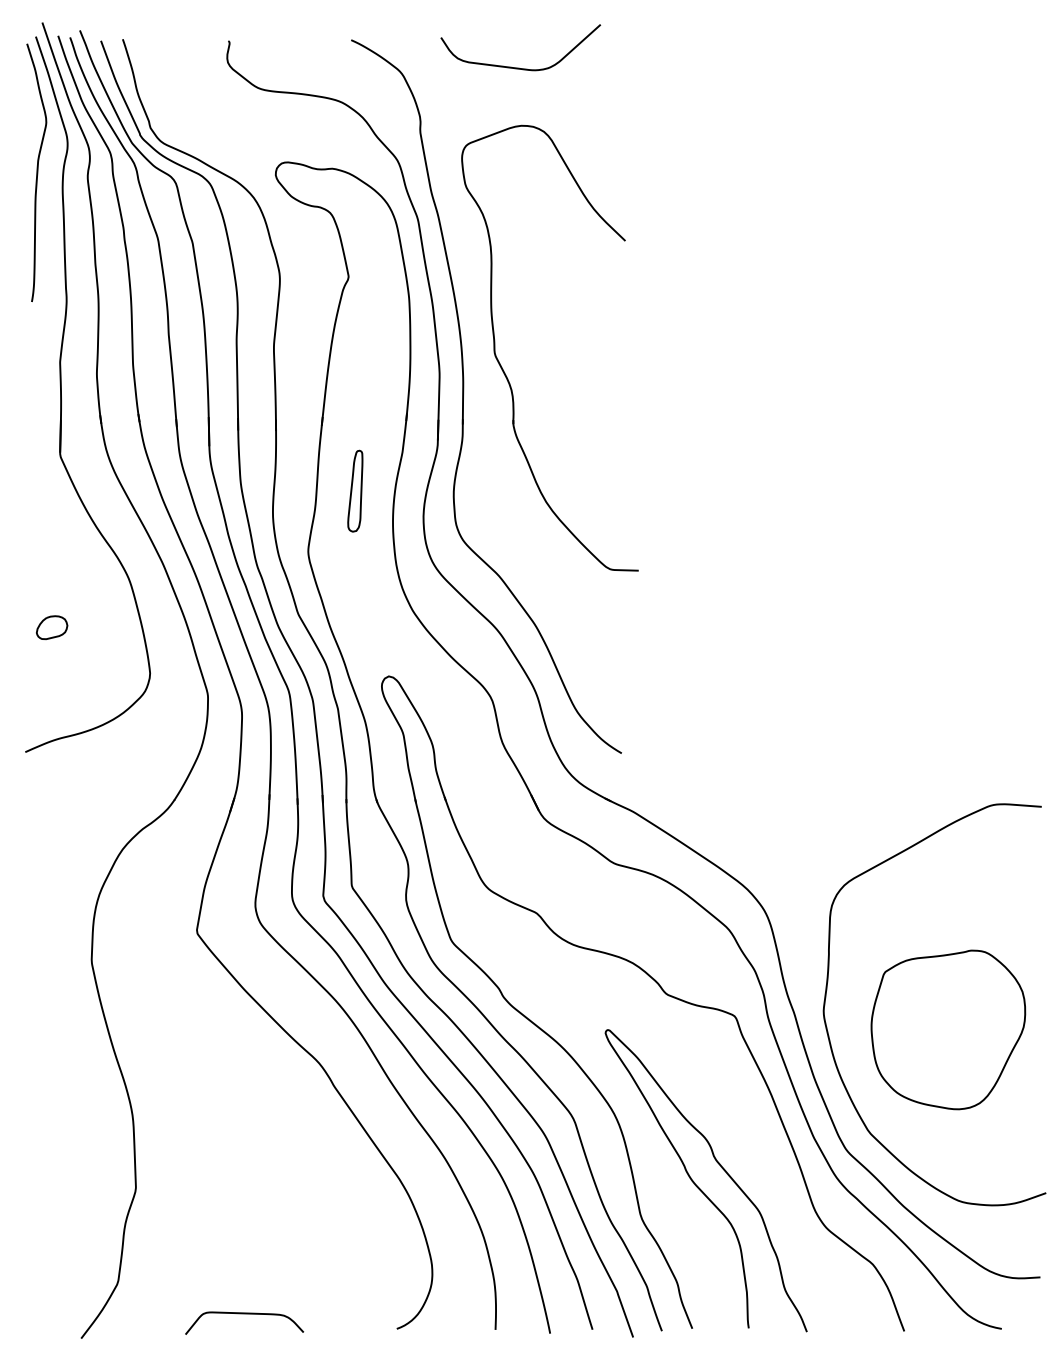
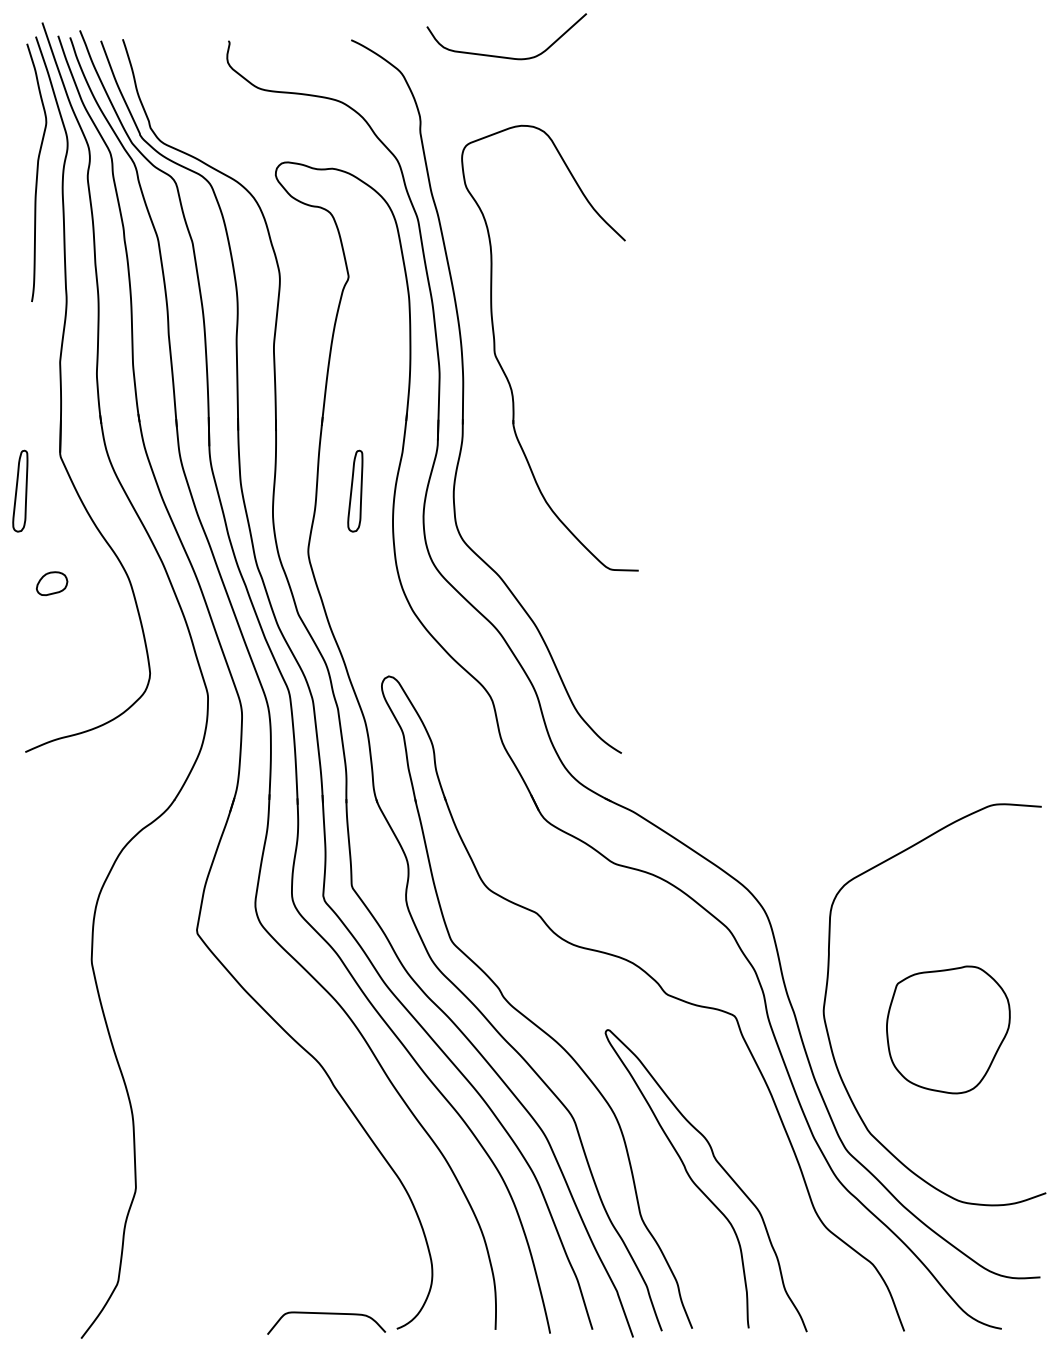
curve at (519, 67) position: (519, 67) -> (505, 56)
part at (20, 490): none -> present
part at (52, 627) position: (52, 627) -> (52, 583)
part at (948, 1029) size: 157x162 px -> 125x130 px
curve at (244, 1314) position: (244, 1314) -> (326, 1314)
